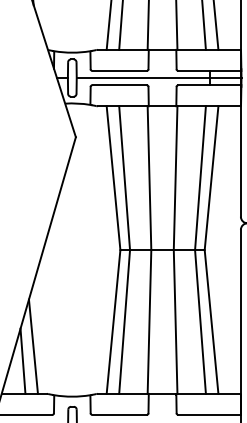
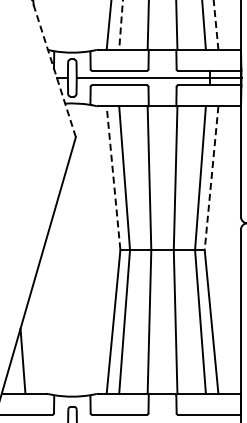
line at (121, 25): solid -> dashed
line at (216, 25): solid -> dashed
line at (53, 68): solid -> dashed
line at (113, 177): solid -> dashed
line at (211, 177): solid -> dashed
line at (32, 346): present -> none
